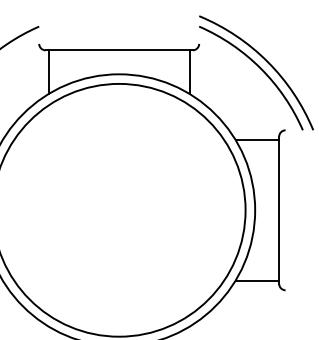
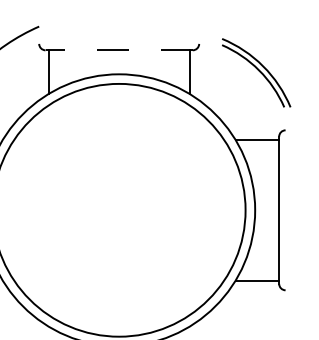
line at (119, 50): solid -> dashed
part at (256, 72) size: 115x116 px -> 70x70 px
